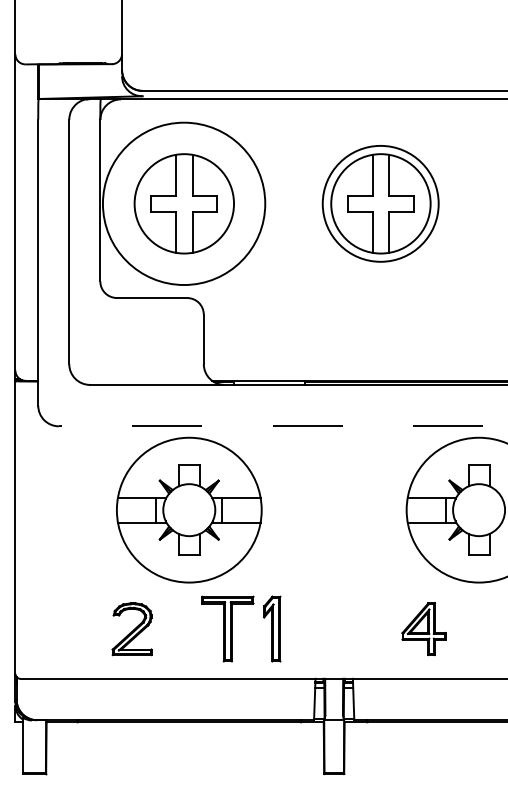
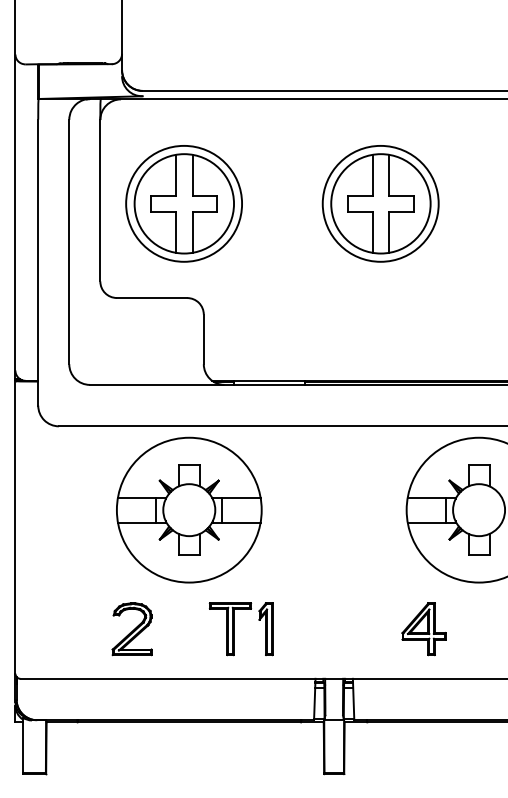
circle at (183, 203) diameter: 162 px -> 116 px
line at (282, 426): dashed -> solid
part at (241, 628) size: 81x68 px -> 66x55 px
